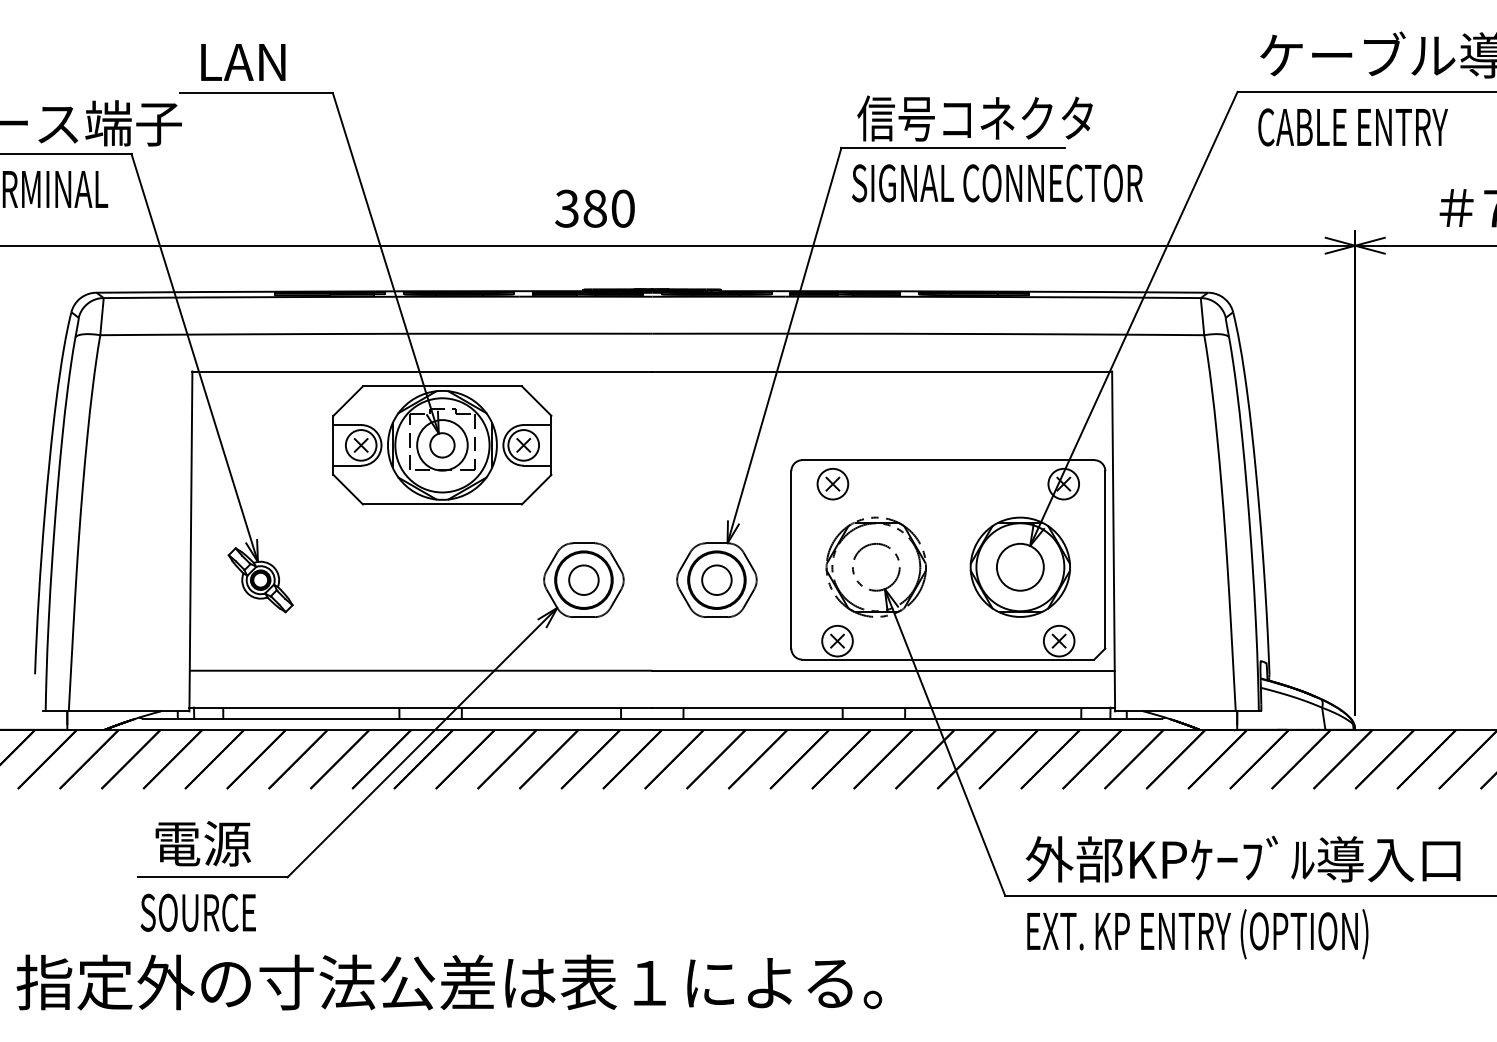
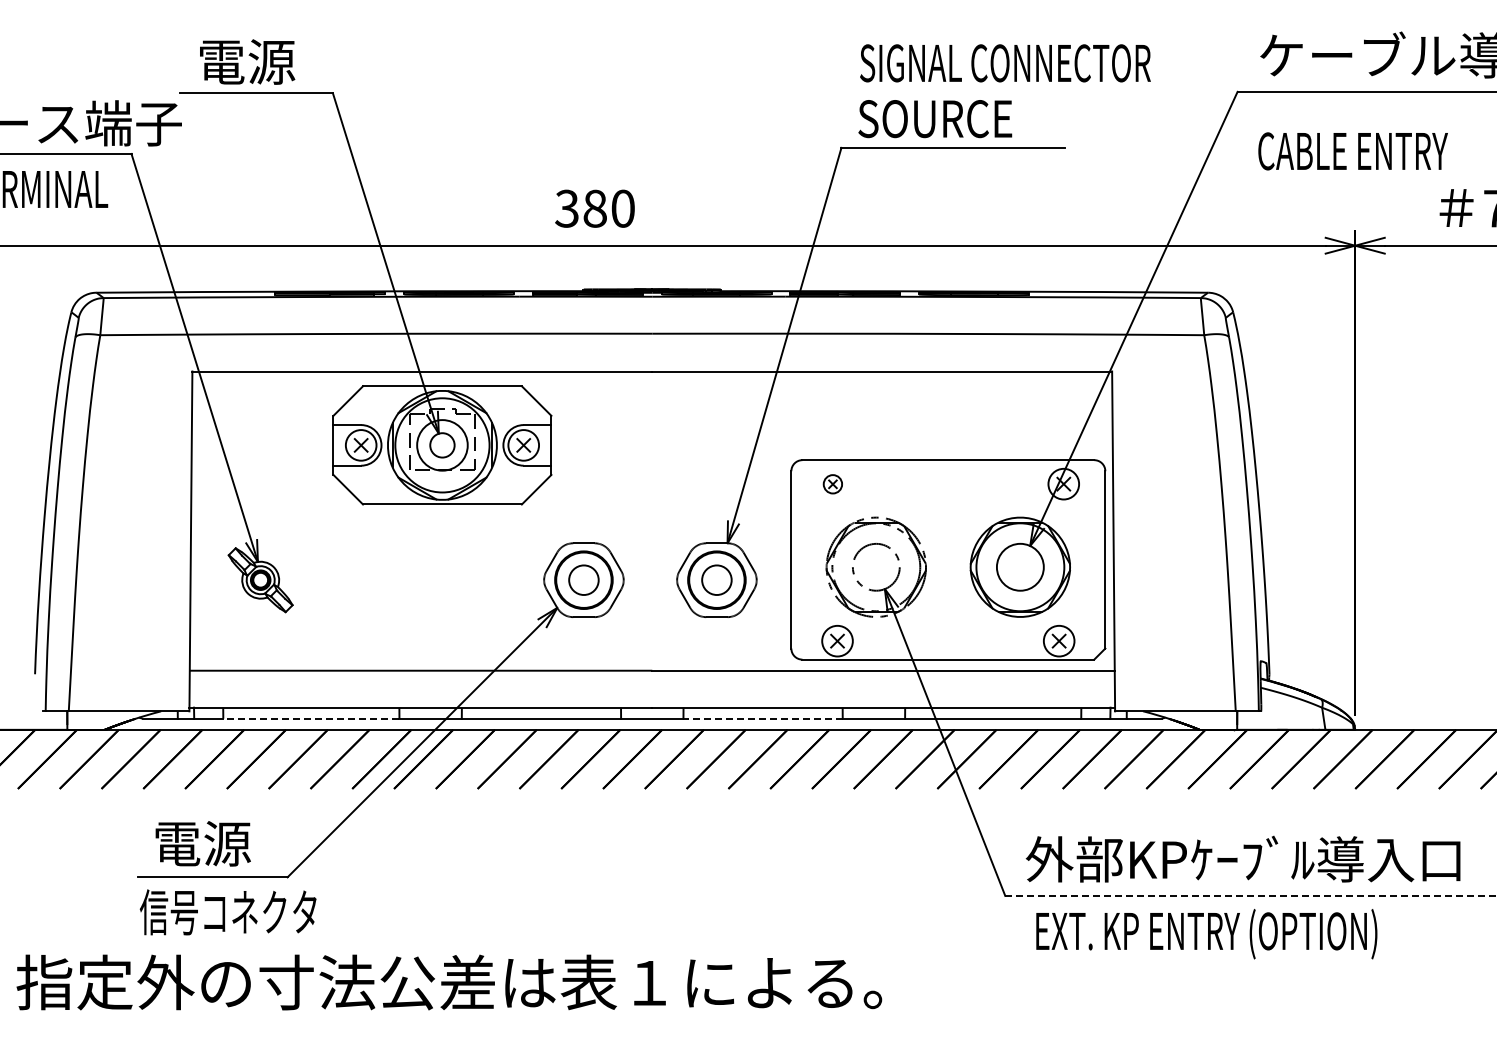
text at (247, 61): LAN -> 電源
text at (974, 118): 信号コネクタ -> SOURCE
text at (1352, 127) position: (1352, 127) -> (1352, 151)
text at (997, 183) position: (997, 183) -> (1005, 63)
part at (832, 484) size: 34x33 px -> 21x21 px
line at (310, 718): solid -> dashed
line at (763, 718): solid -> dashed
line at (1251, 895): solid -> dashed
text at (227, 912): SOURCE -> 信号コネクタ
text at (1197, 934) position: (1197, 934) -> (1206, 934)
